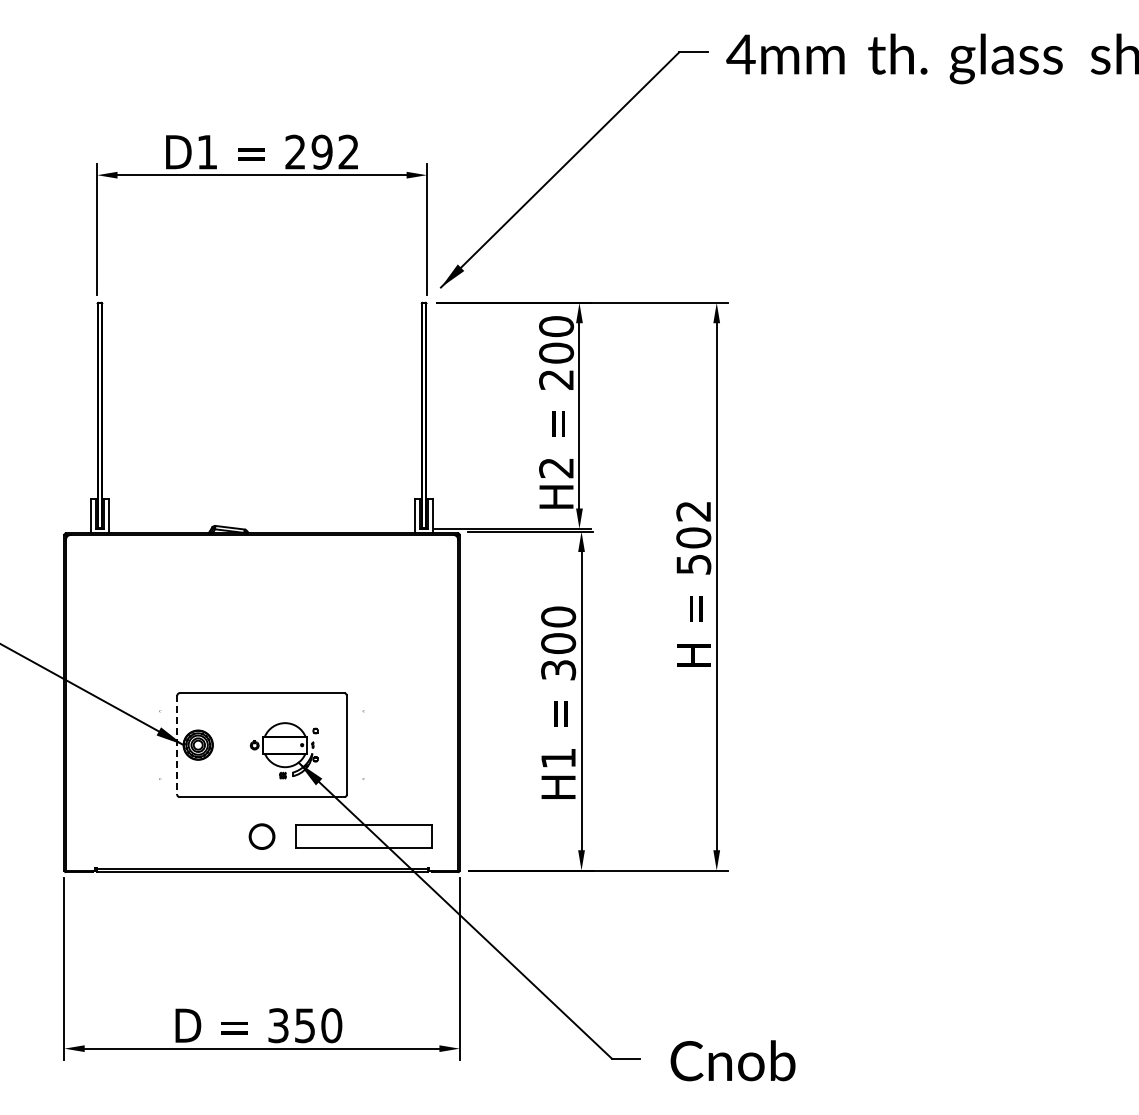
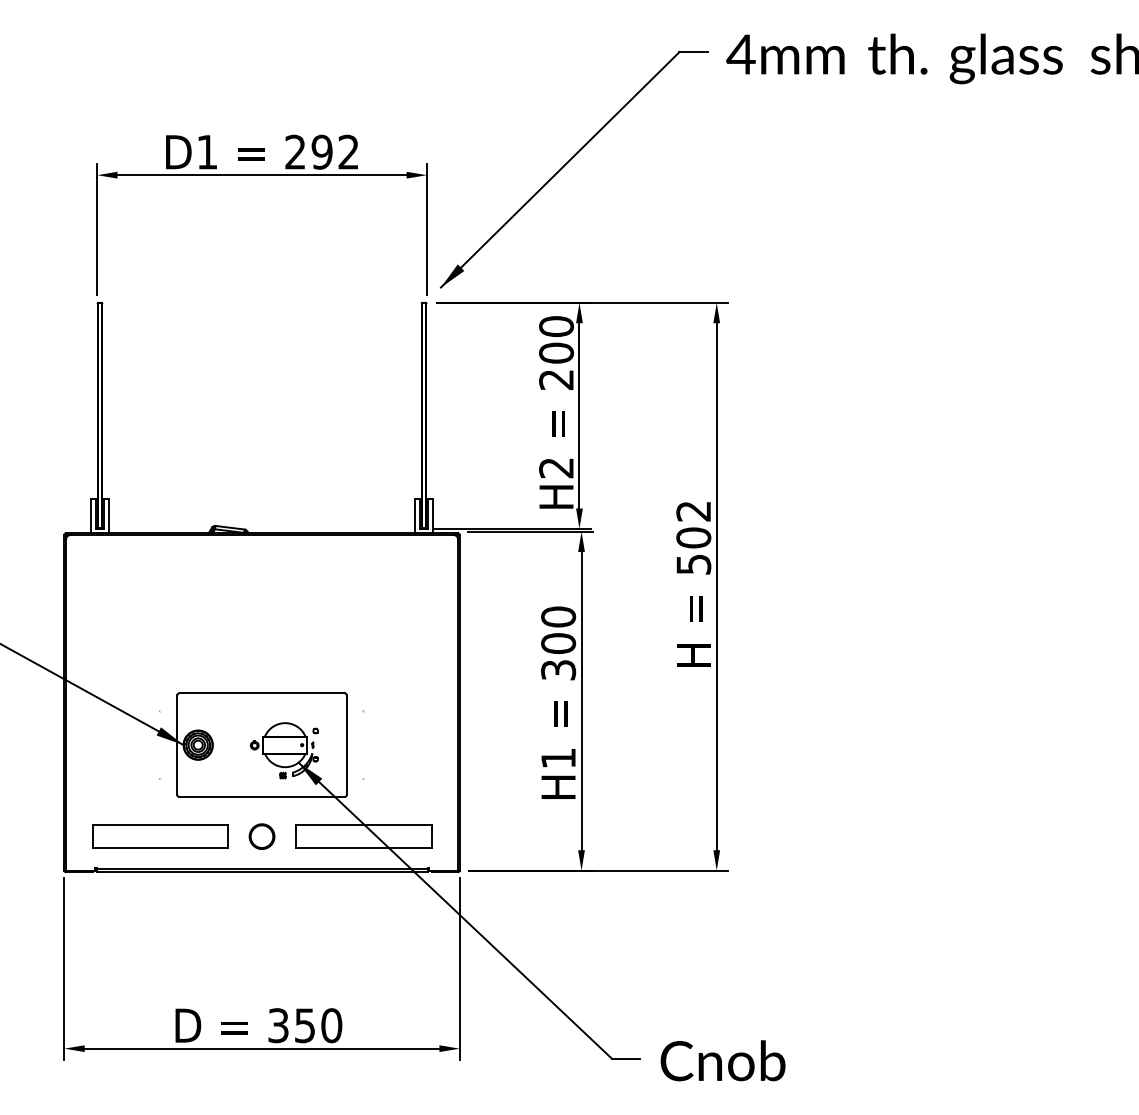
line at (177, 745): dashed -> solid
part at (160, 836): none -> present
text at (732, 1060) position: (732, 1060) -> (722, 1060)
